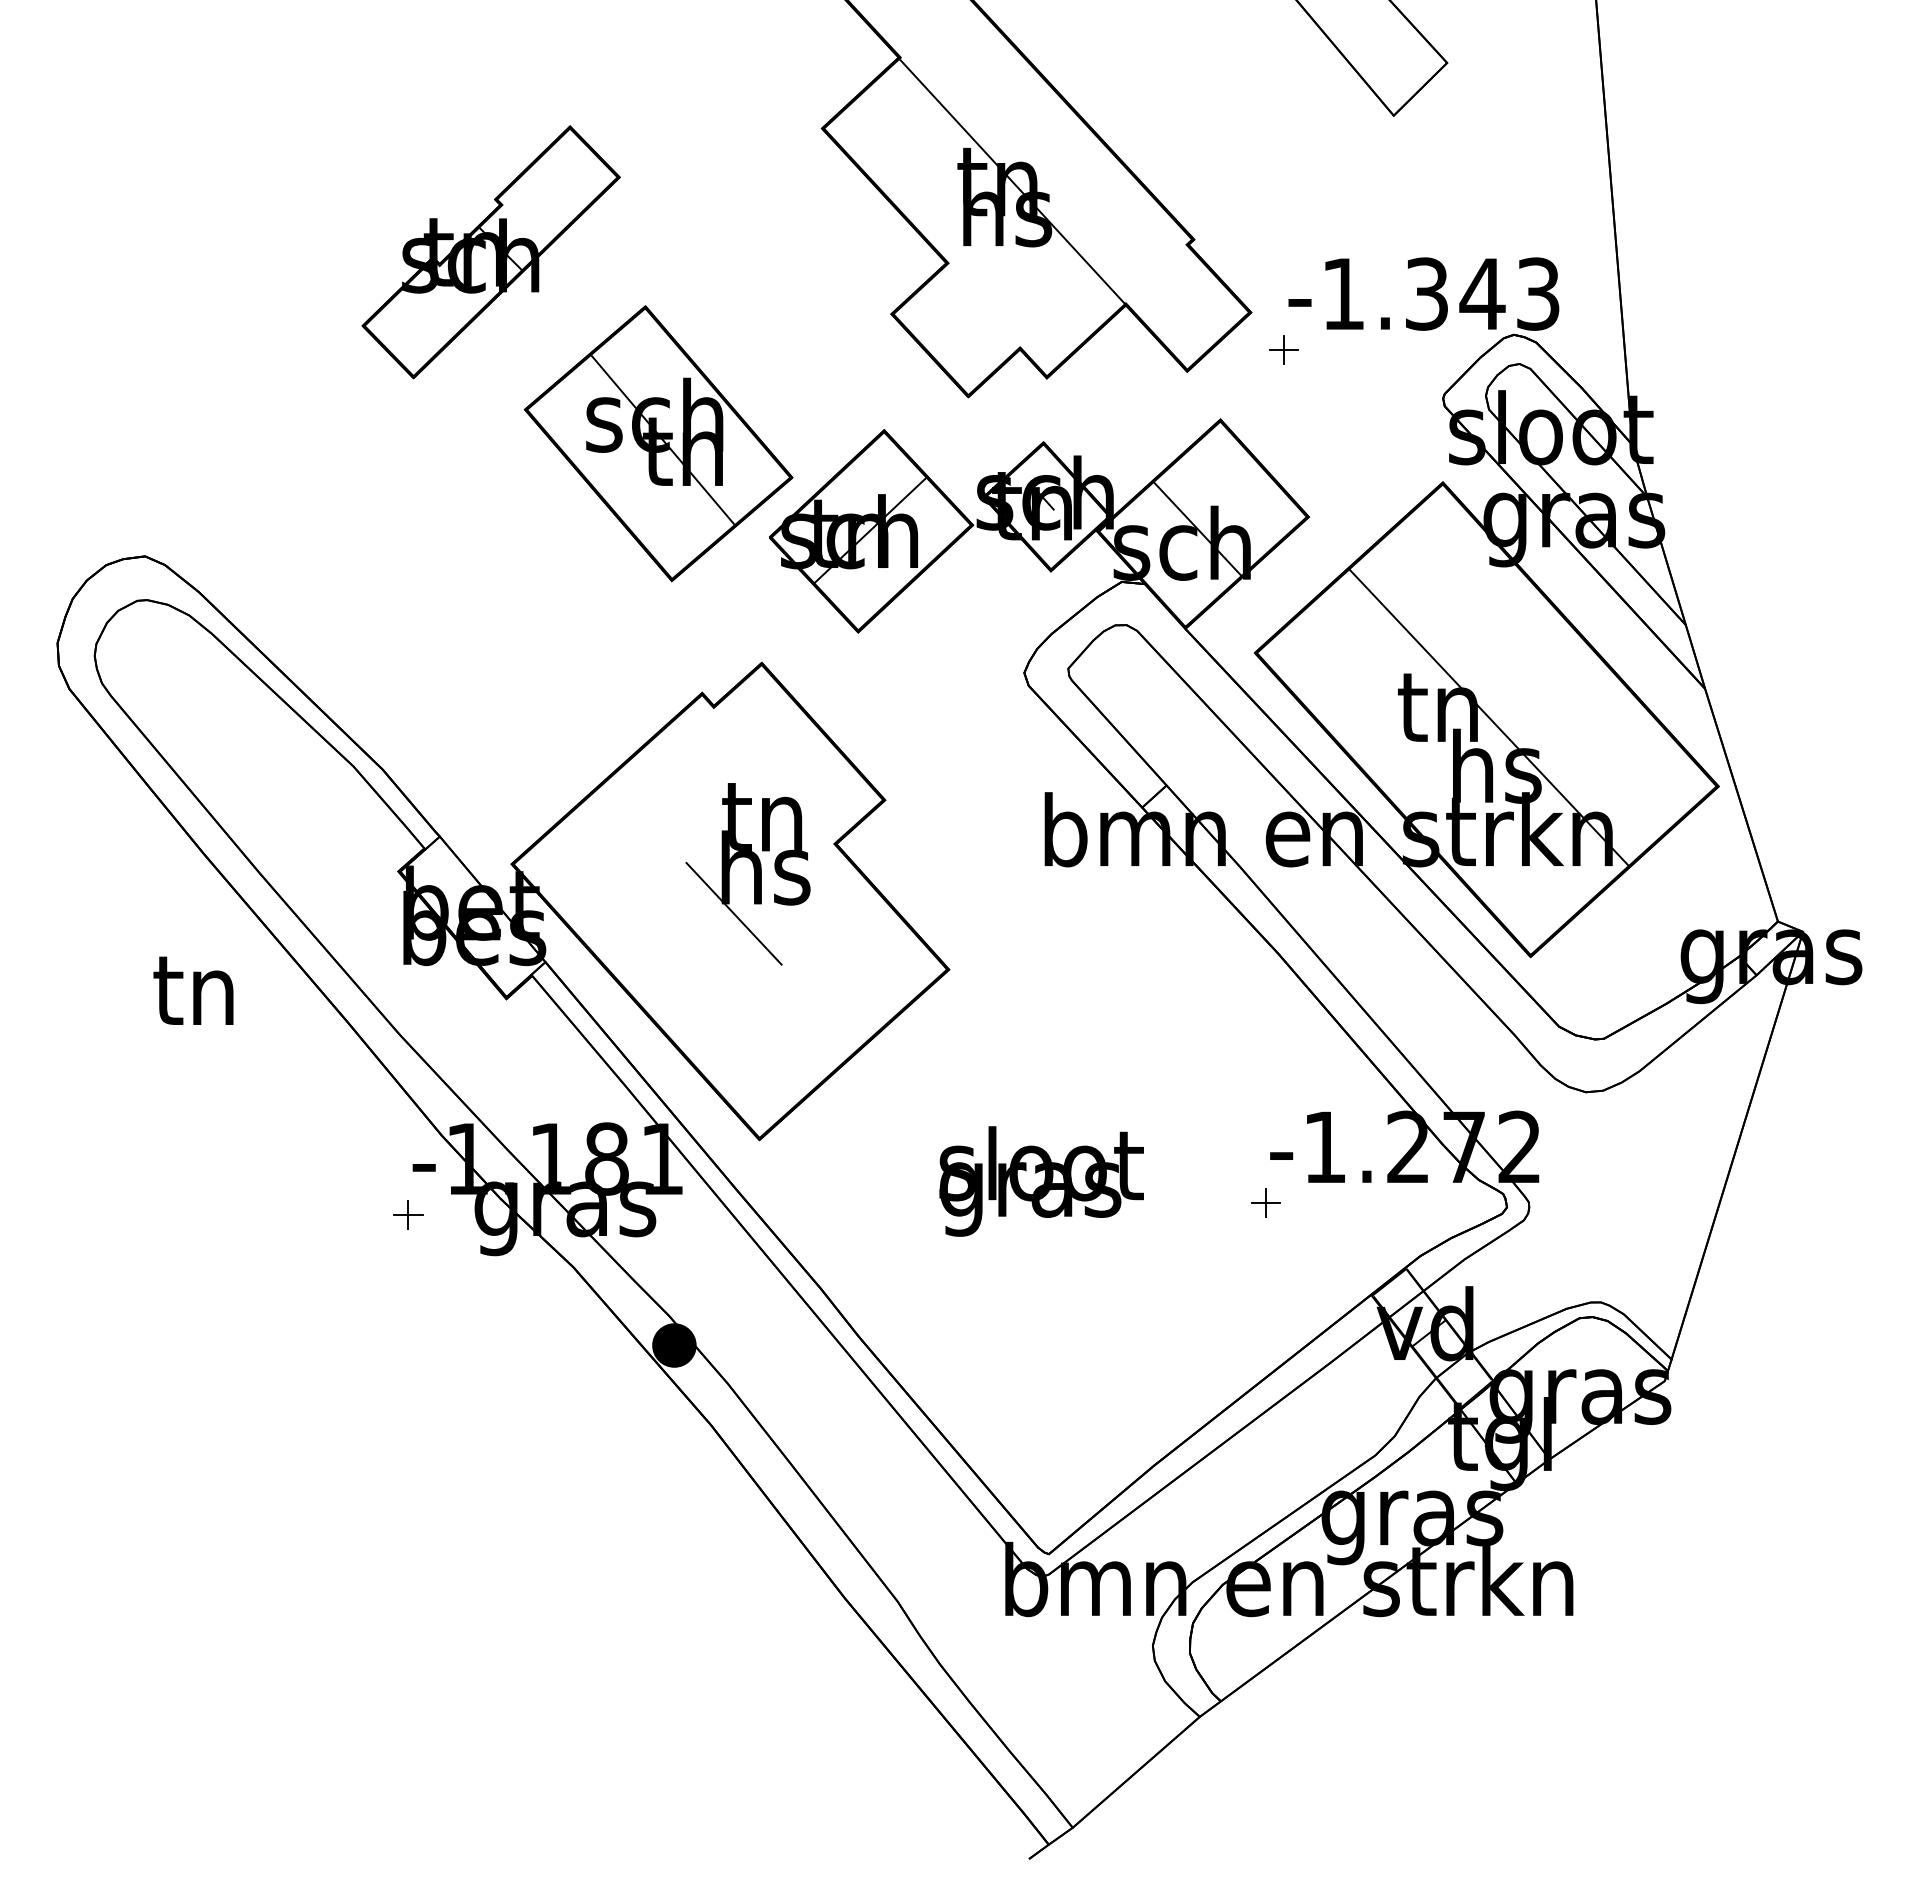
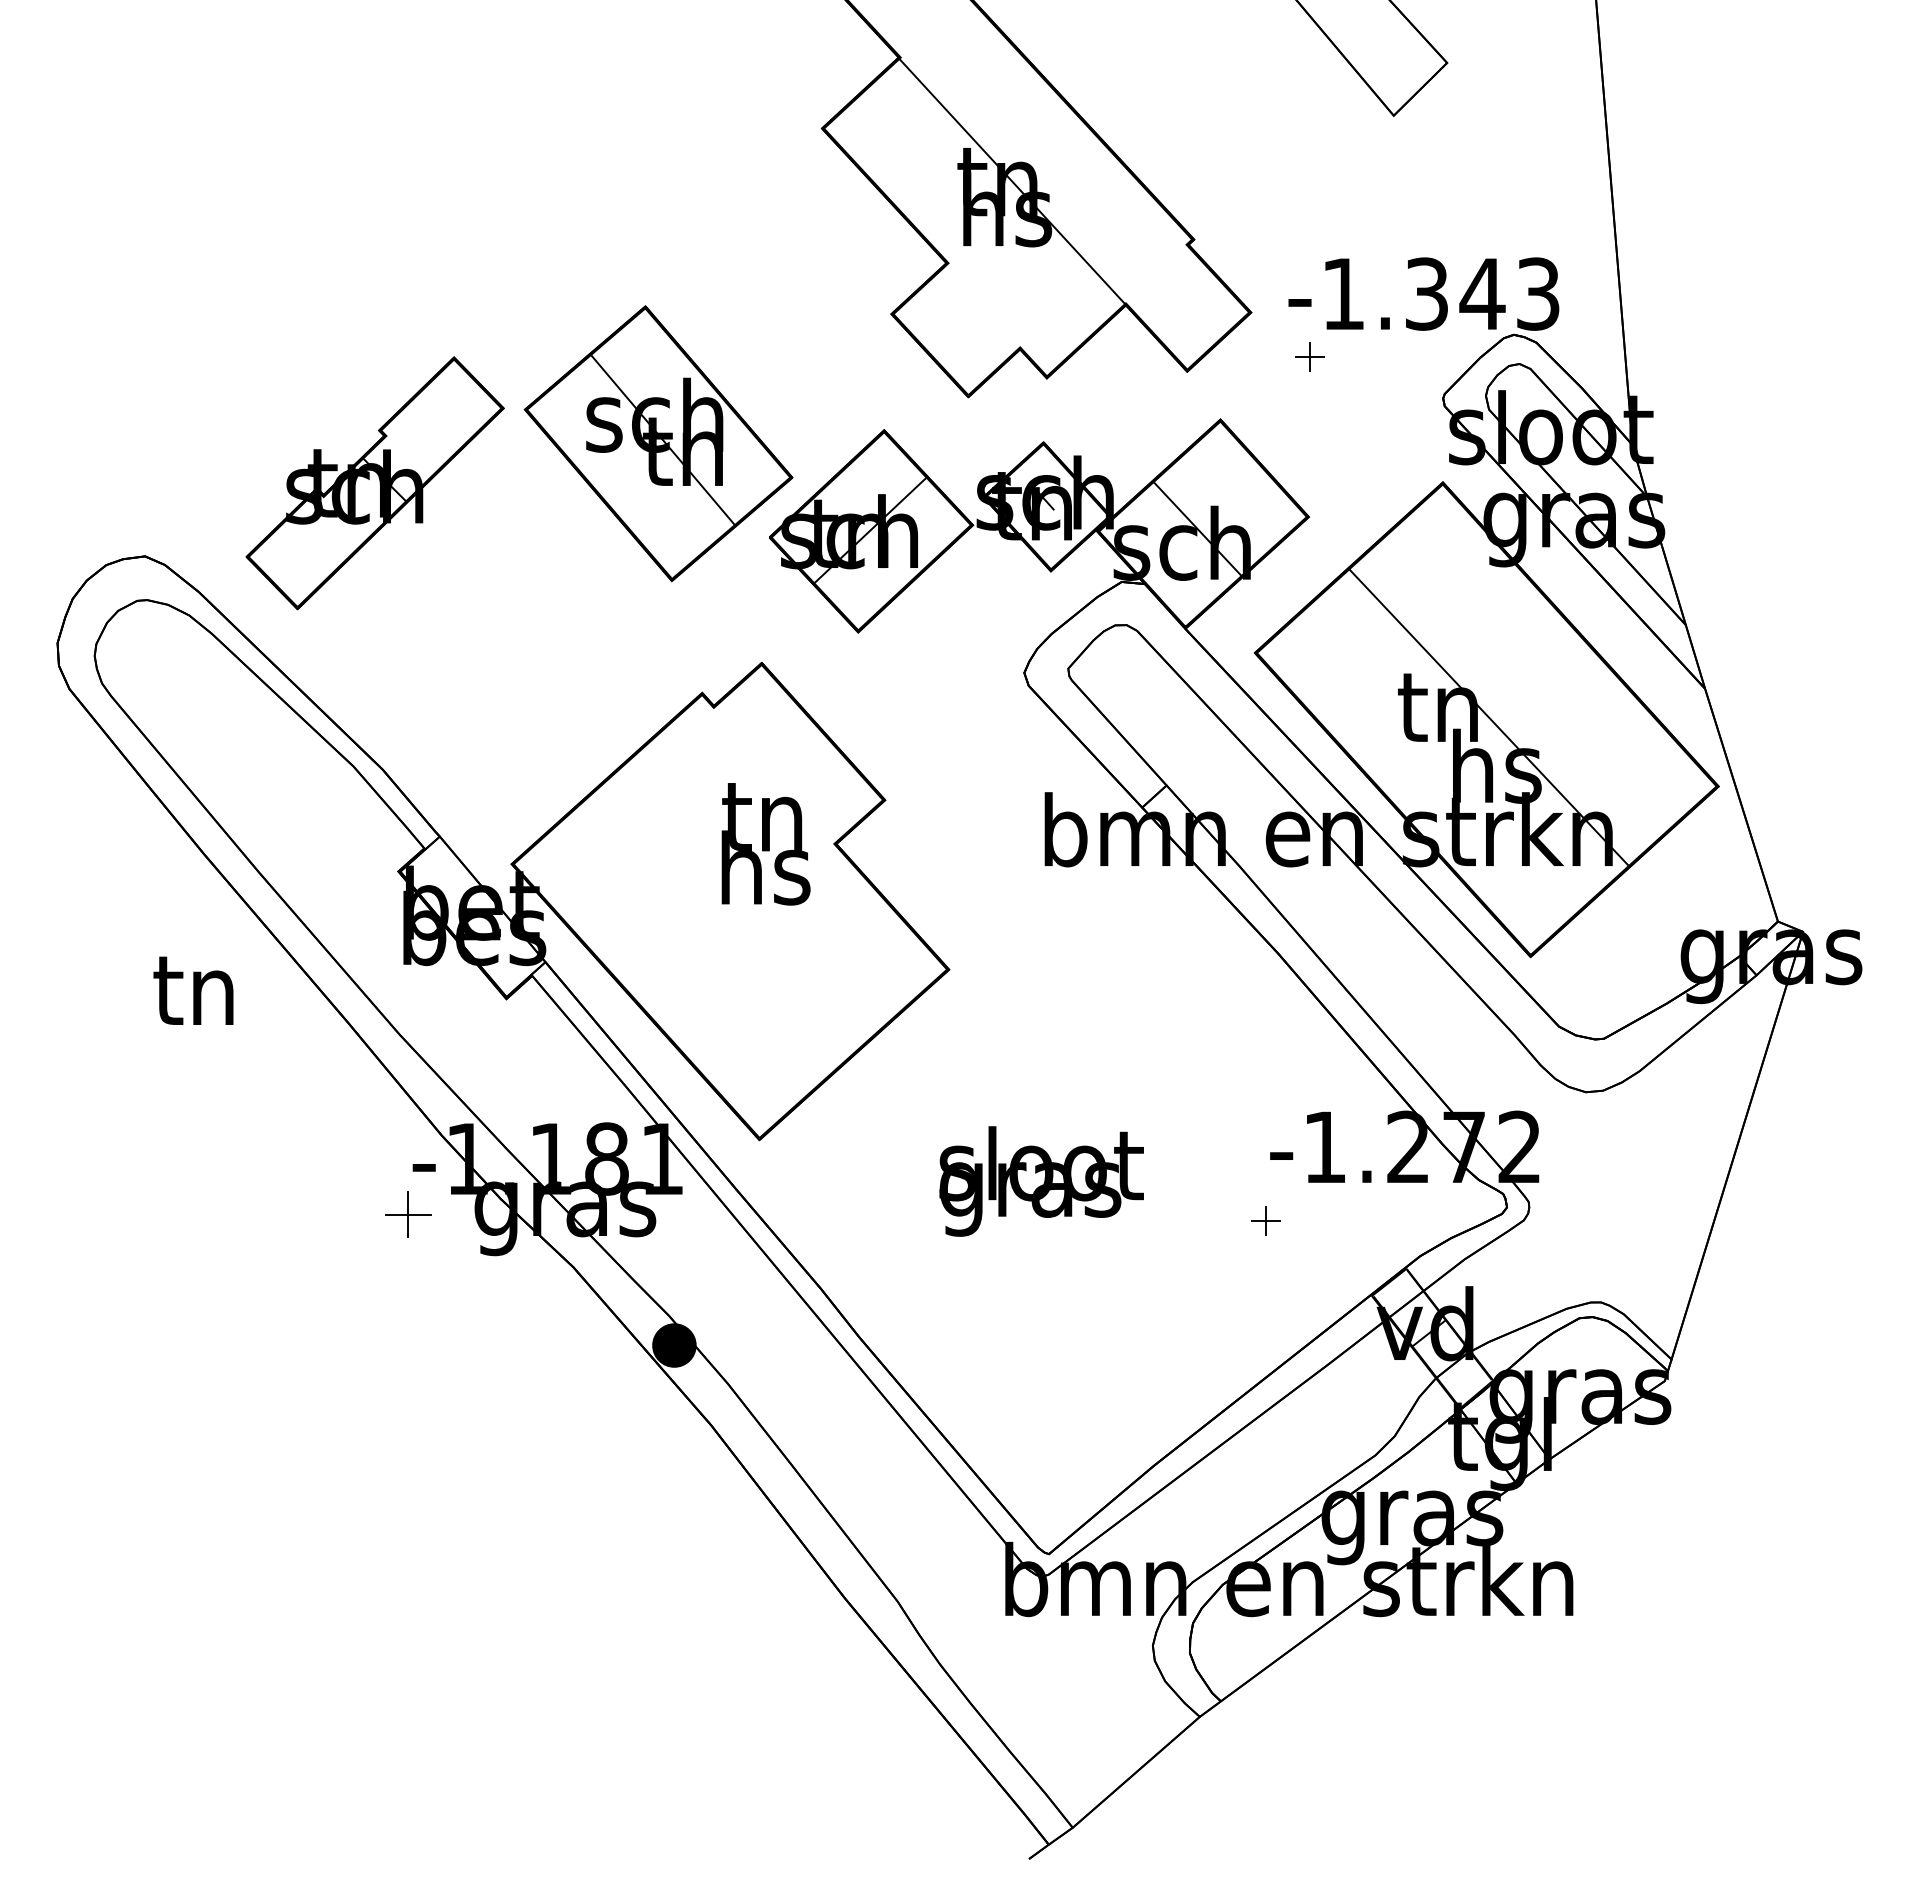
part at (490, 252) position: (490, 252) -> (374, 483)
part at (1283, 349) position: (1283, 349) -> (1309, 356)
line at (733, 913): present -> none
part at (1265, 1202) position: (1265, 1202) -> (1265, 1220)
part at (408, 1214) size: 31x30 px -> 47x47 px
